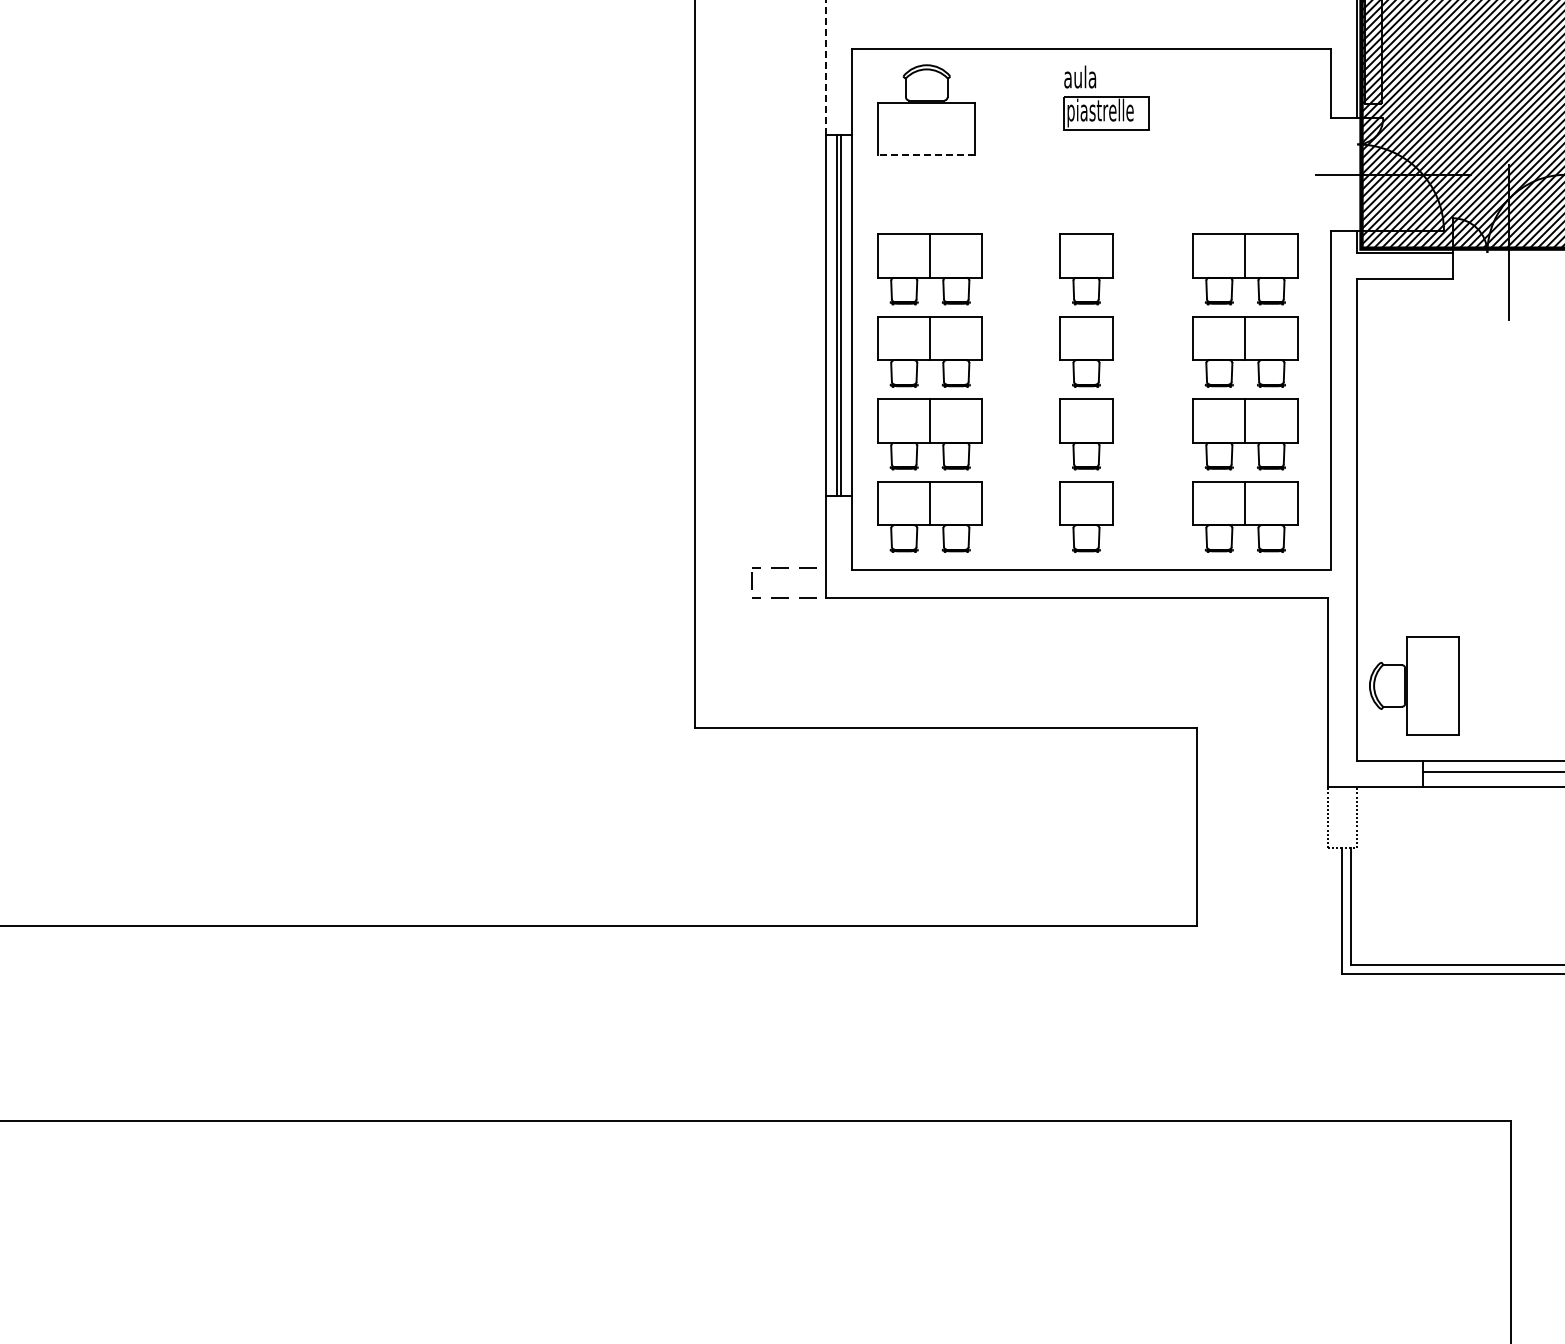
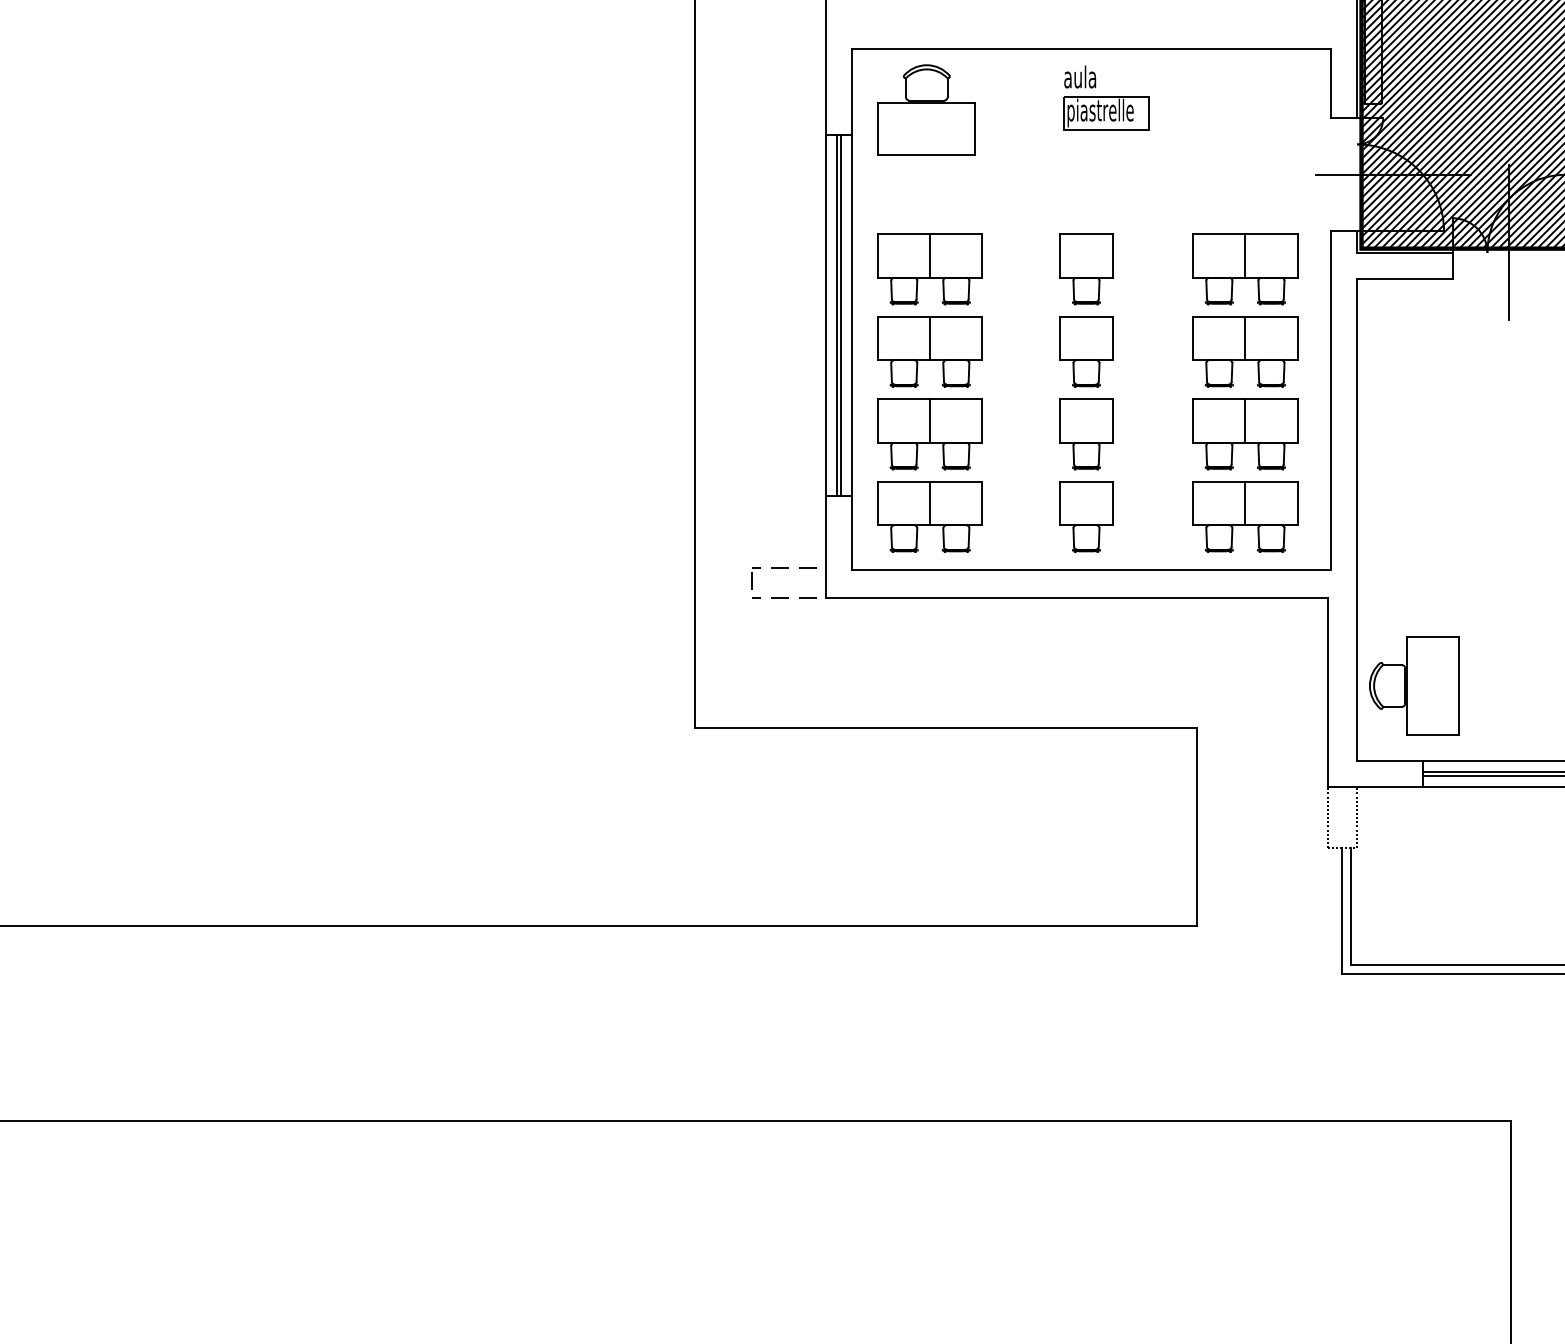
line at (825, 67): dashed -> solid
line at (926, 154): dashed -> solid
line at (1492, 775): none -> present
